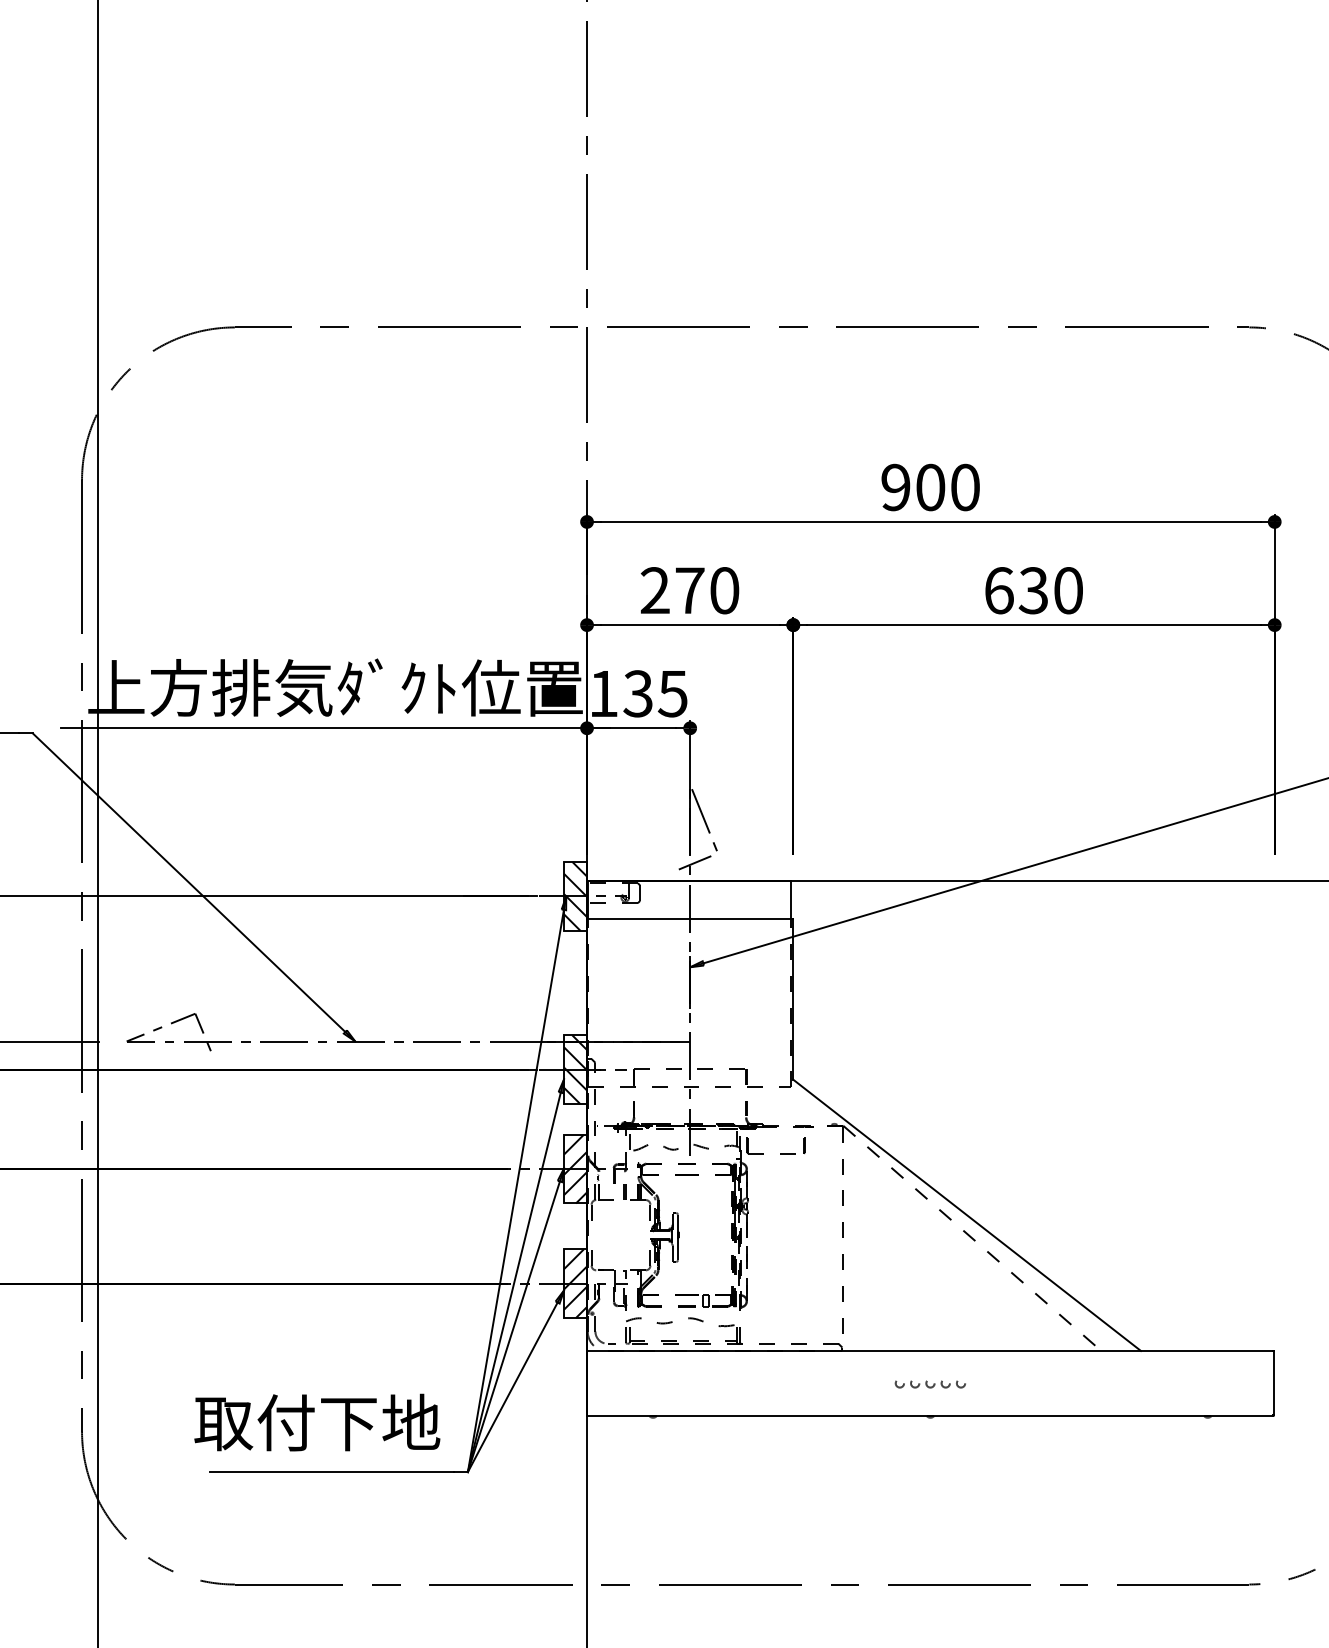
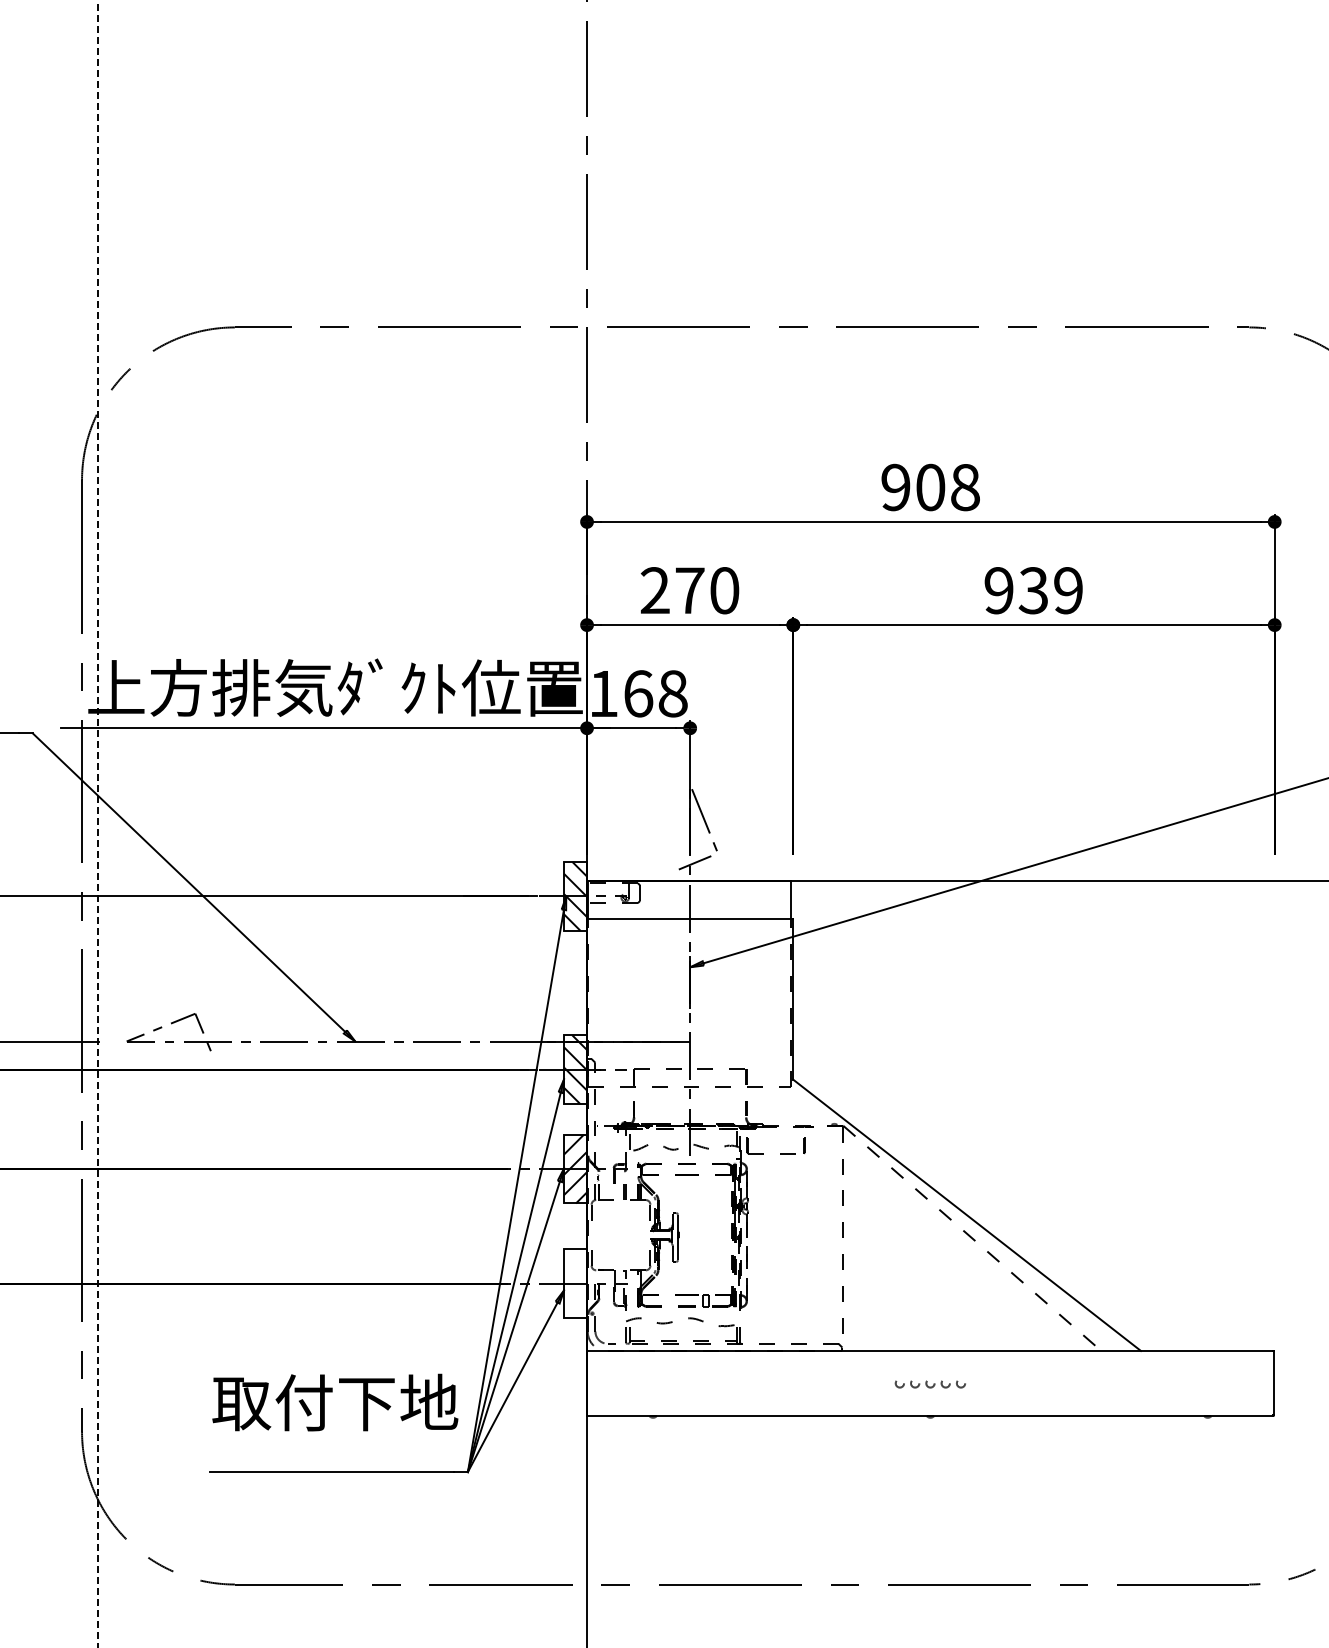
text at (965, 486): 900 -> 908
text at (1033, 590): 630 -> 939
text at (655, 693): 135 -> 168
line at (97, 823): solid -> dashed
hatch at (575, 1283): present -> none
text at (317, 1422) position: (317, 1422) -> (335, 1402)
